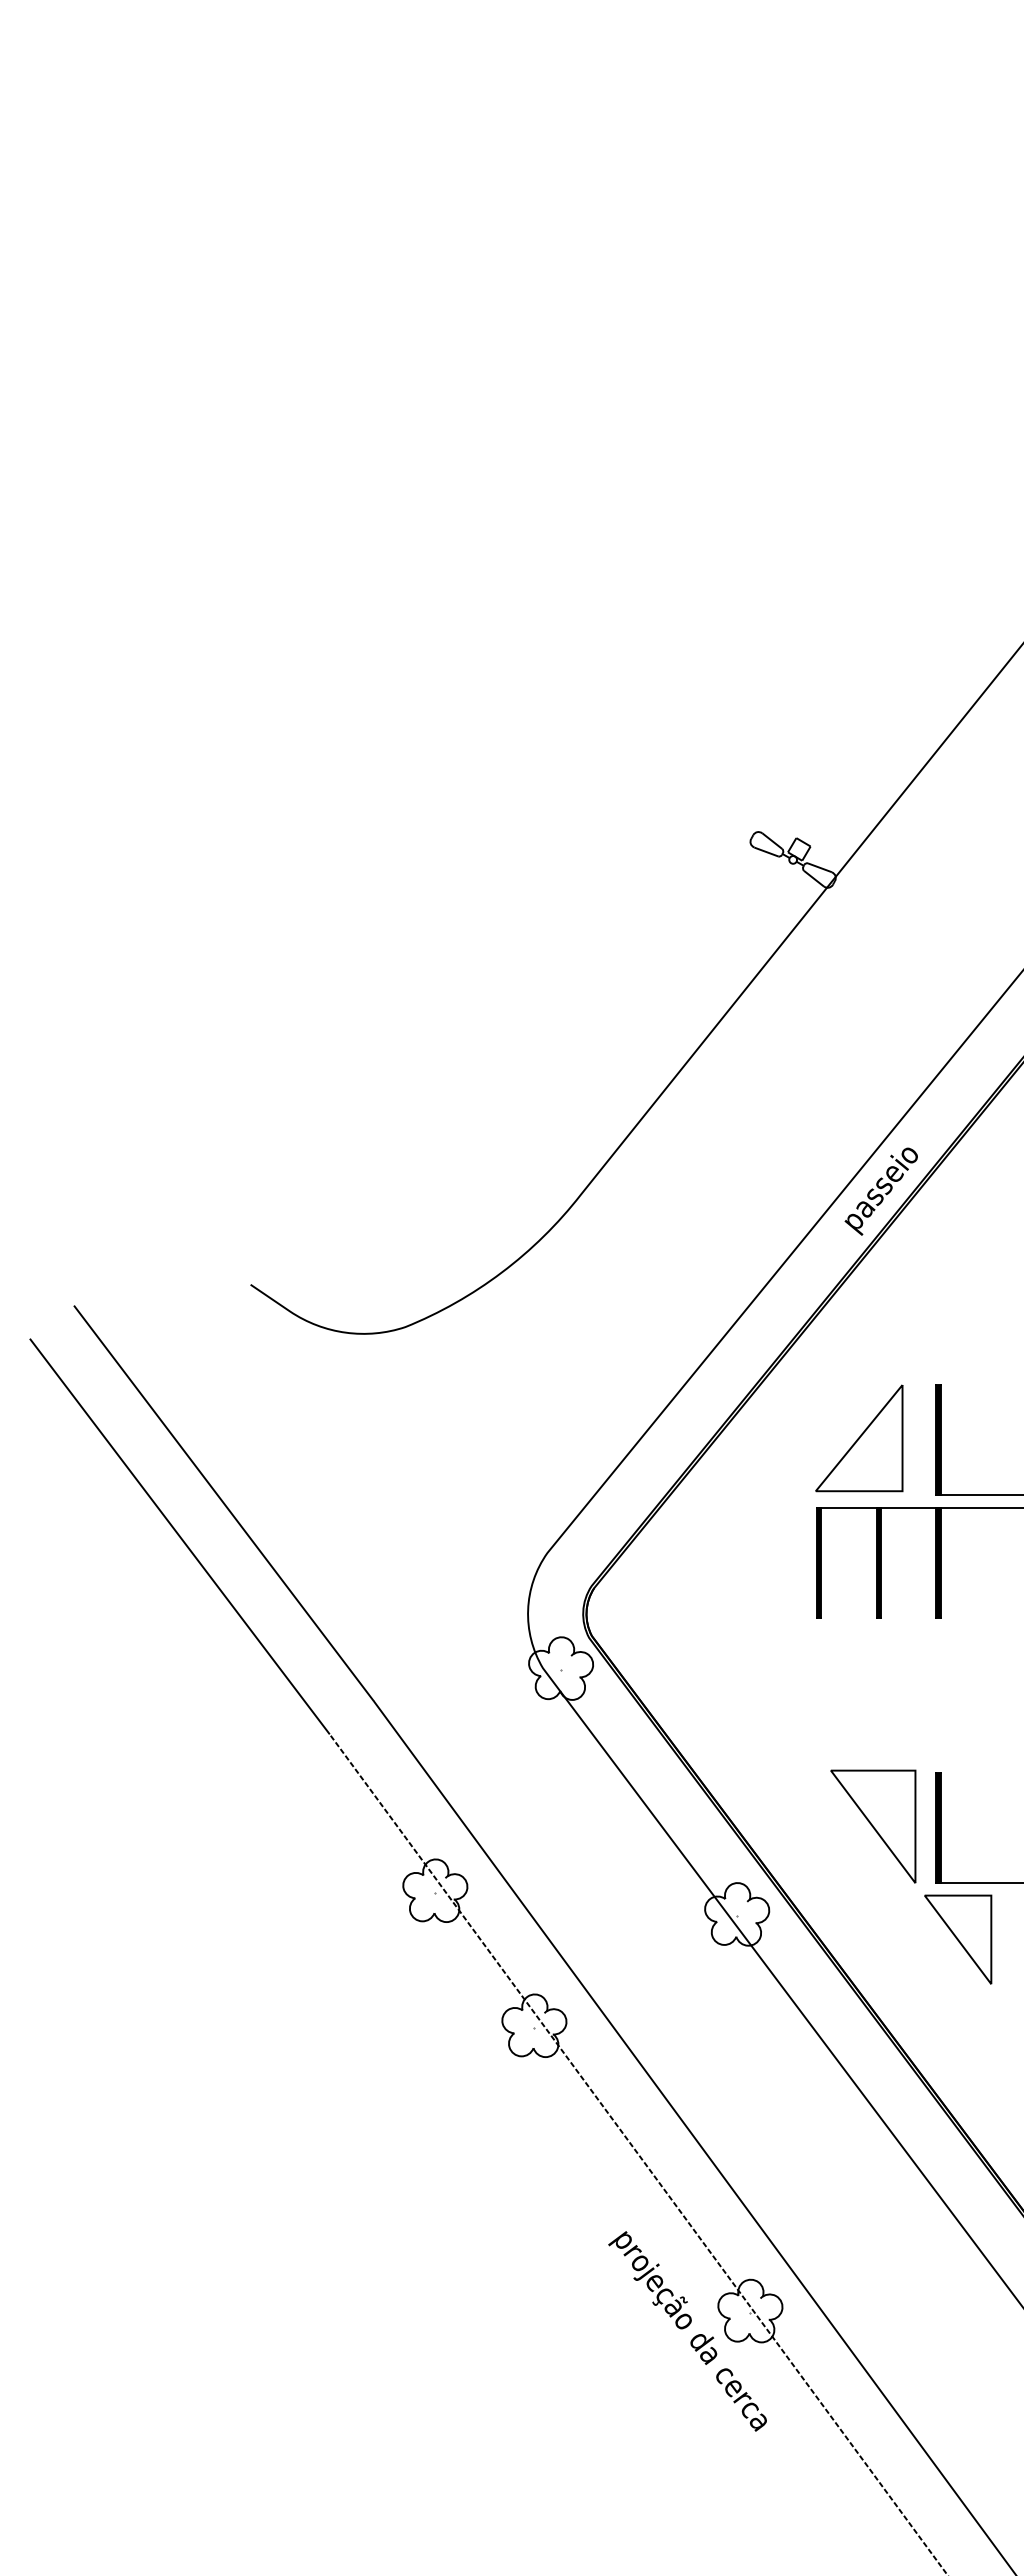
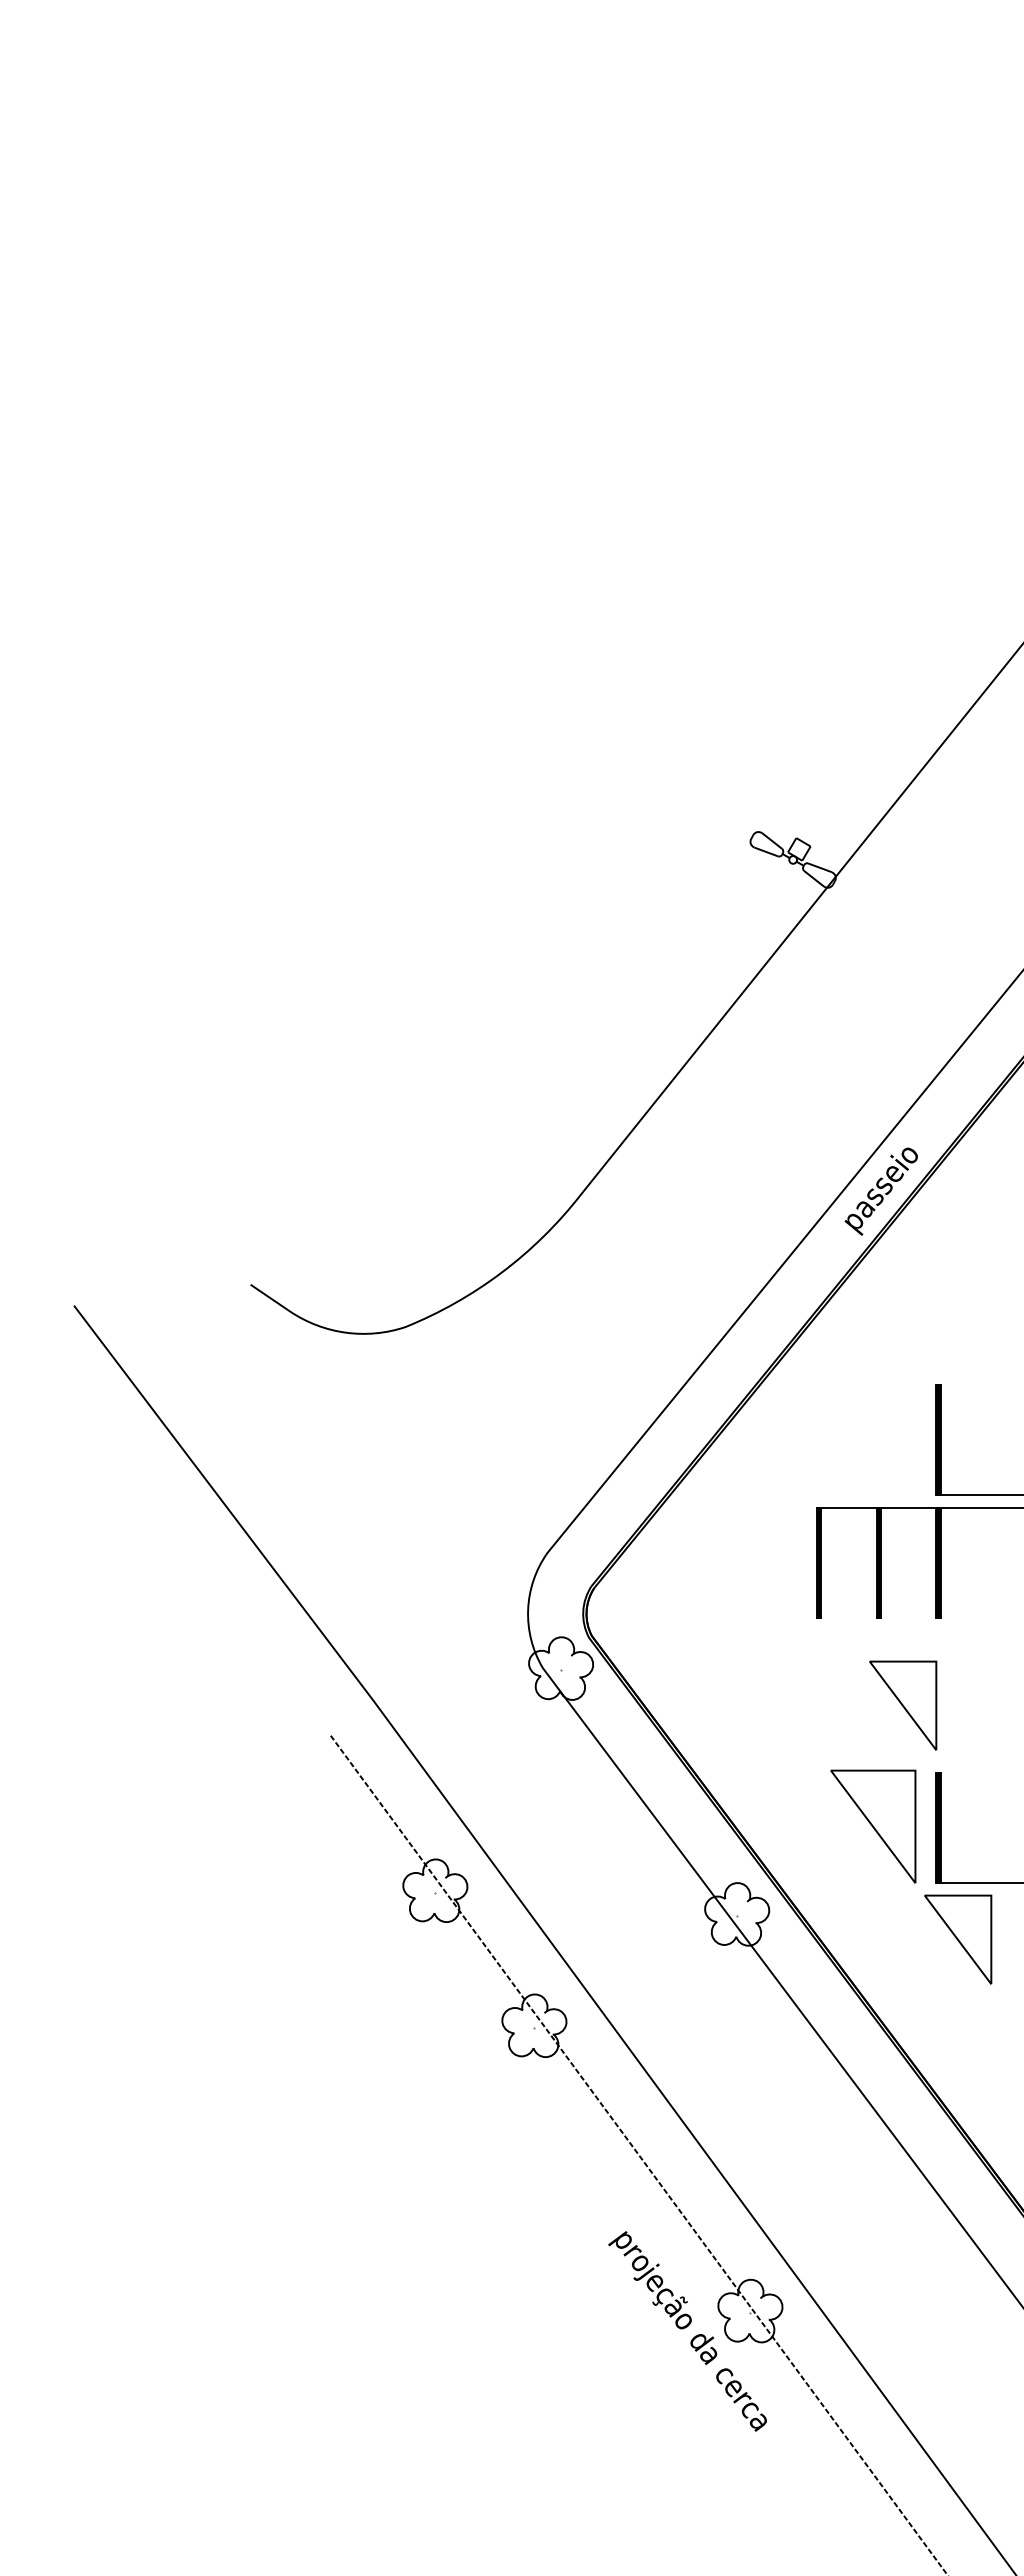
part at (859, 1438): present -> none
line at (179, 1536): present -> none
part at (903, 1705): none -> present
